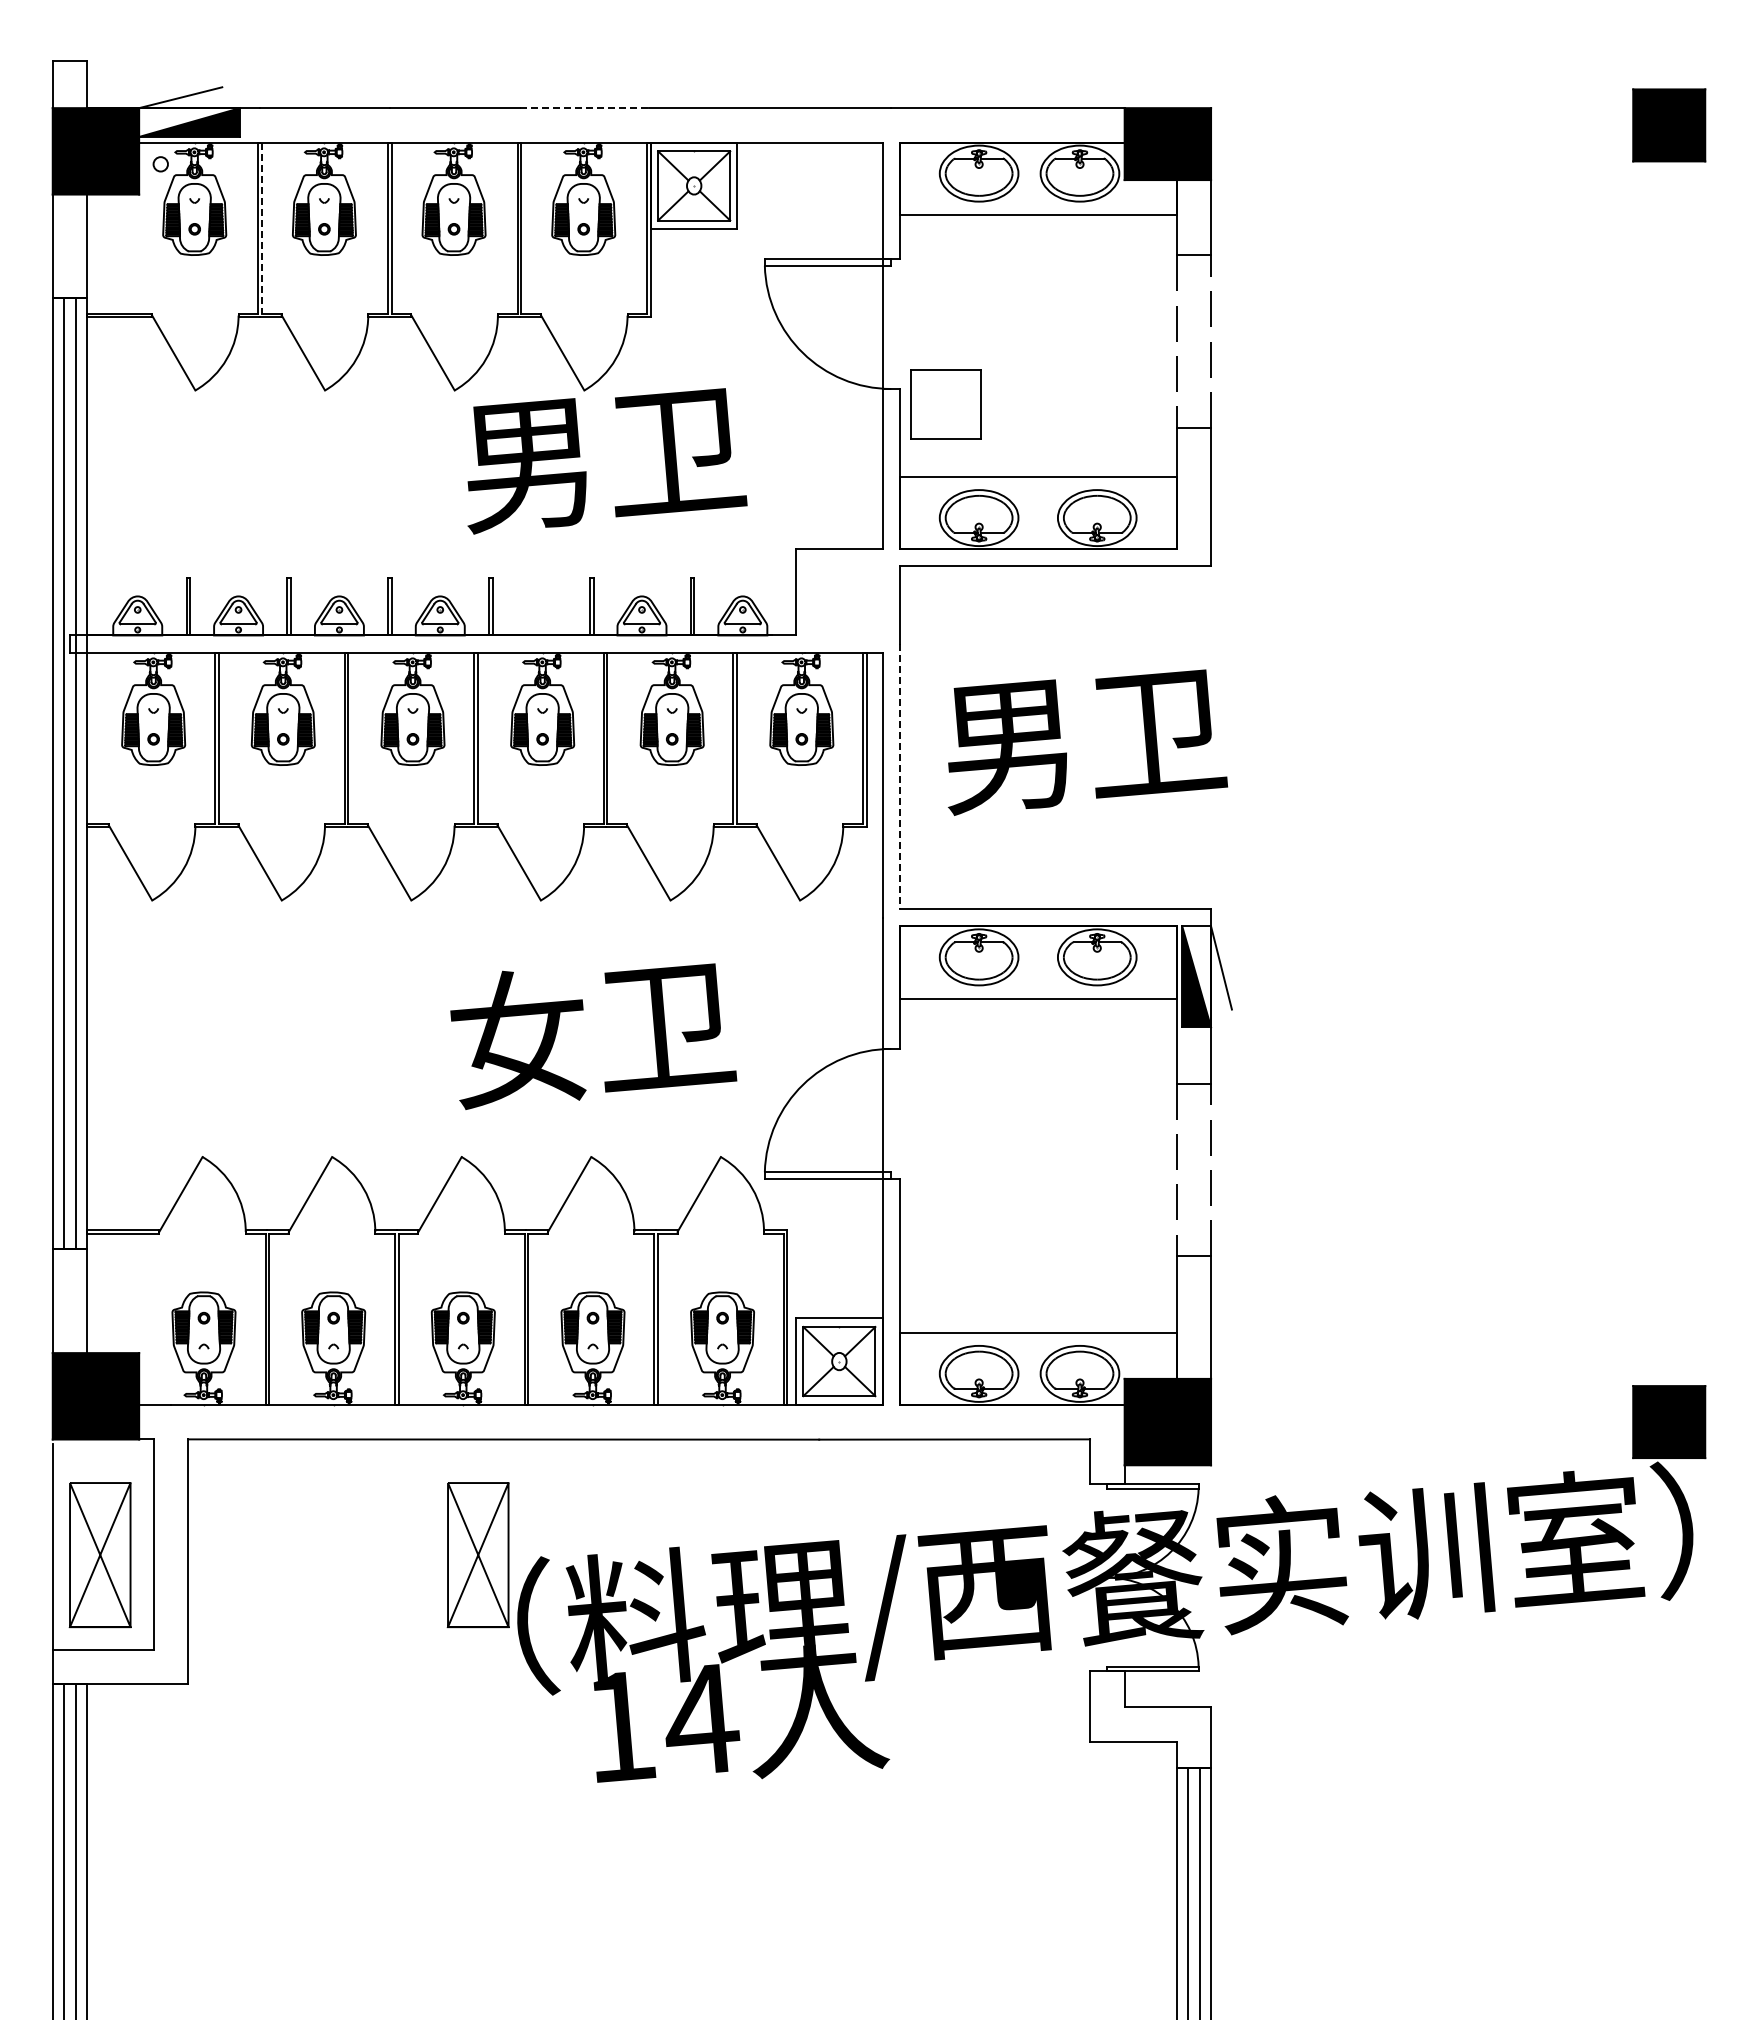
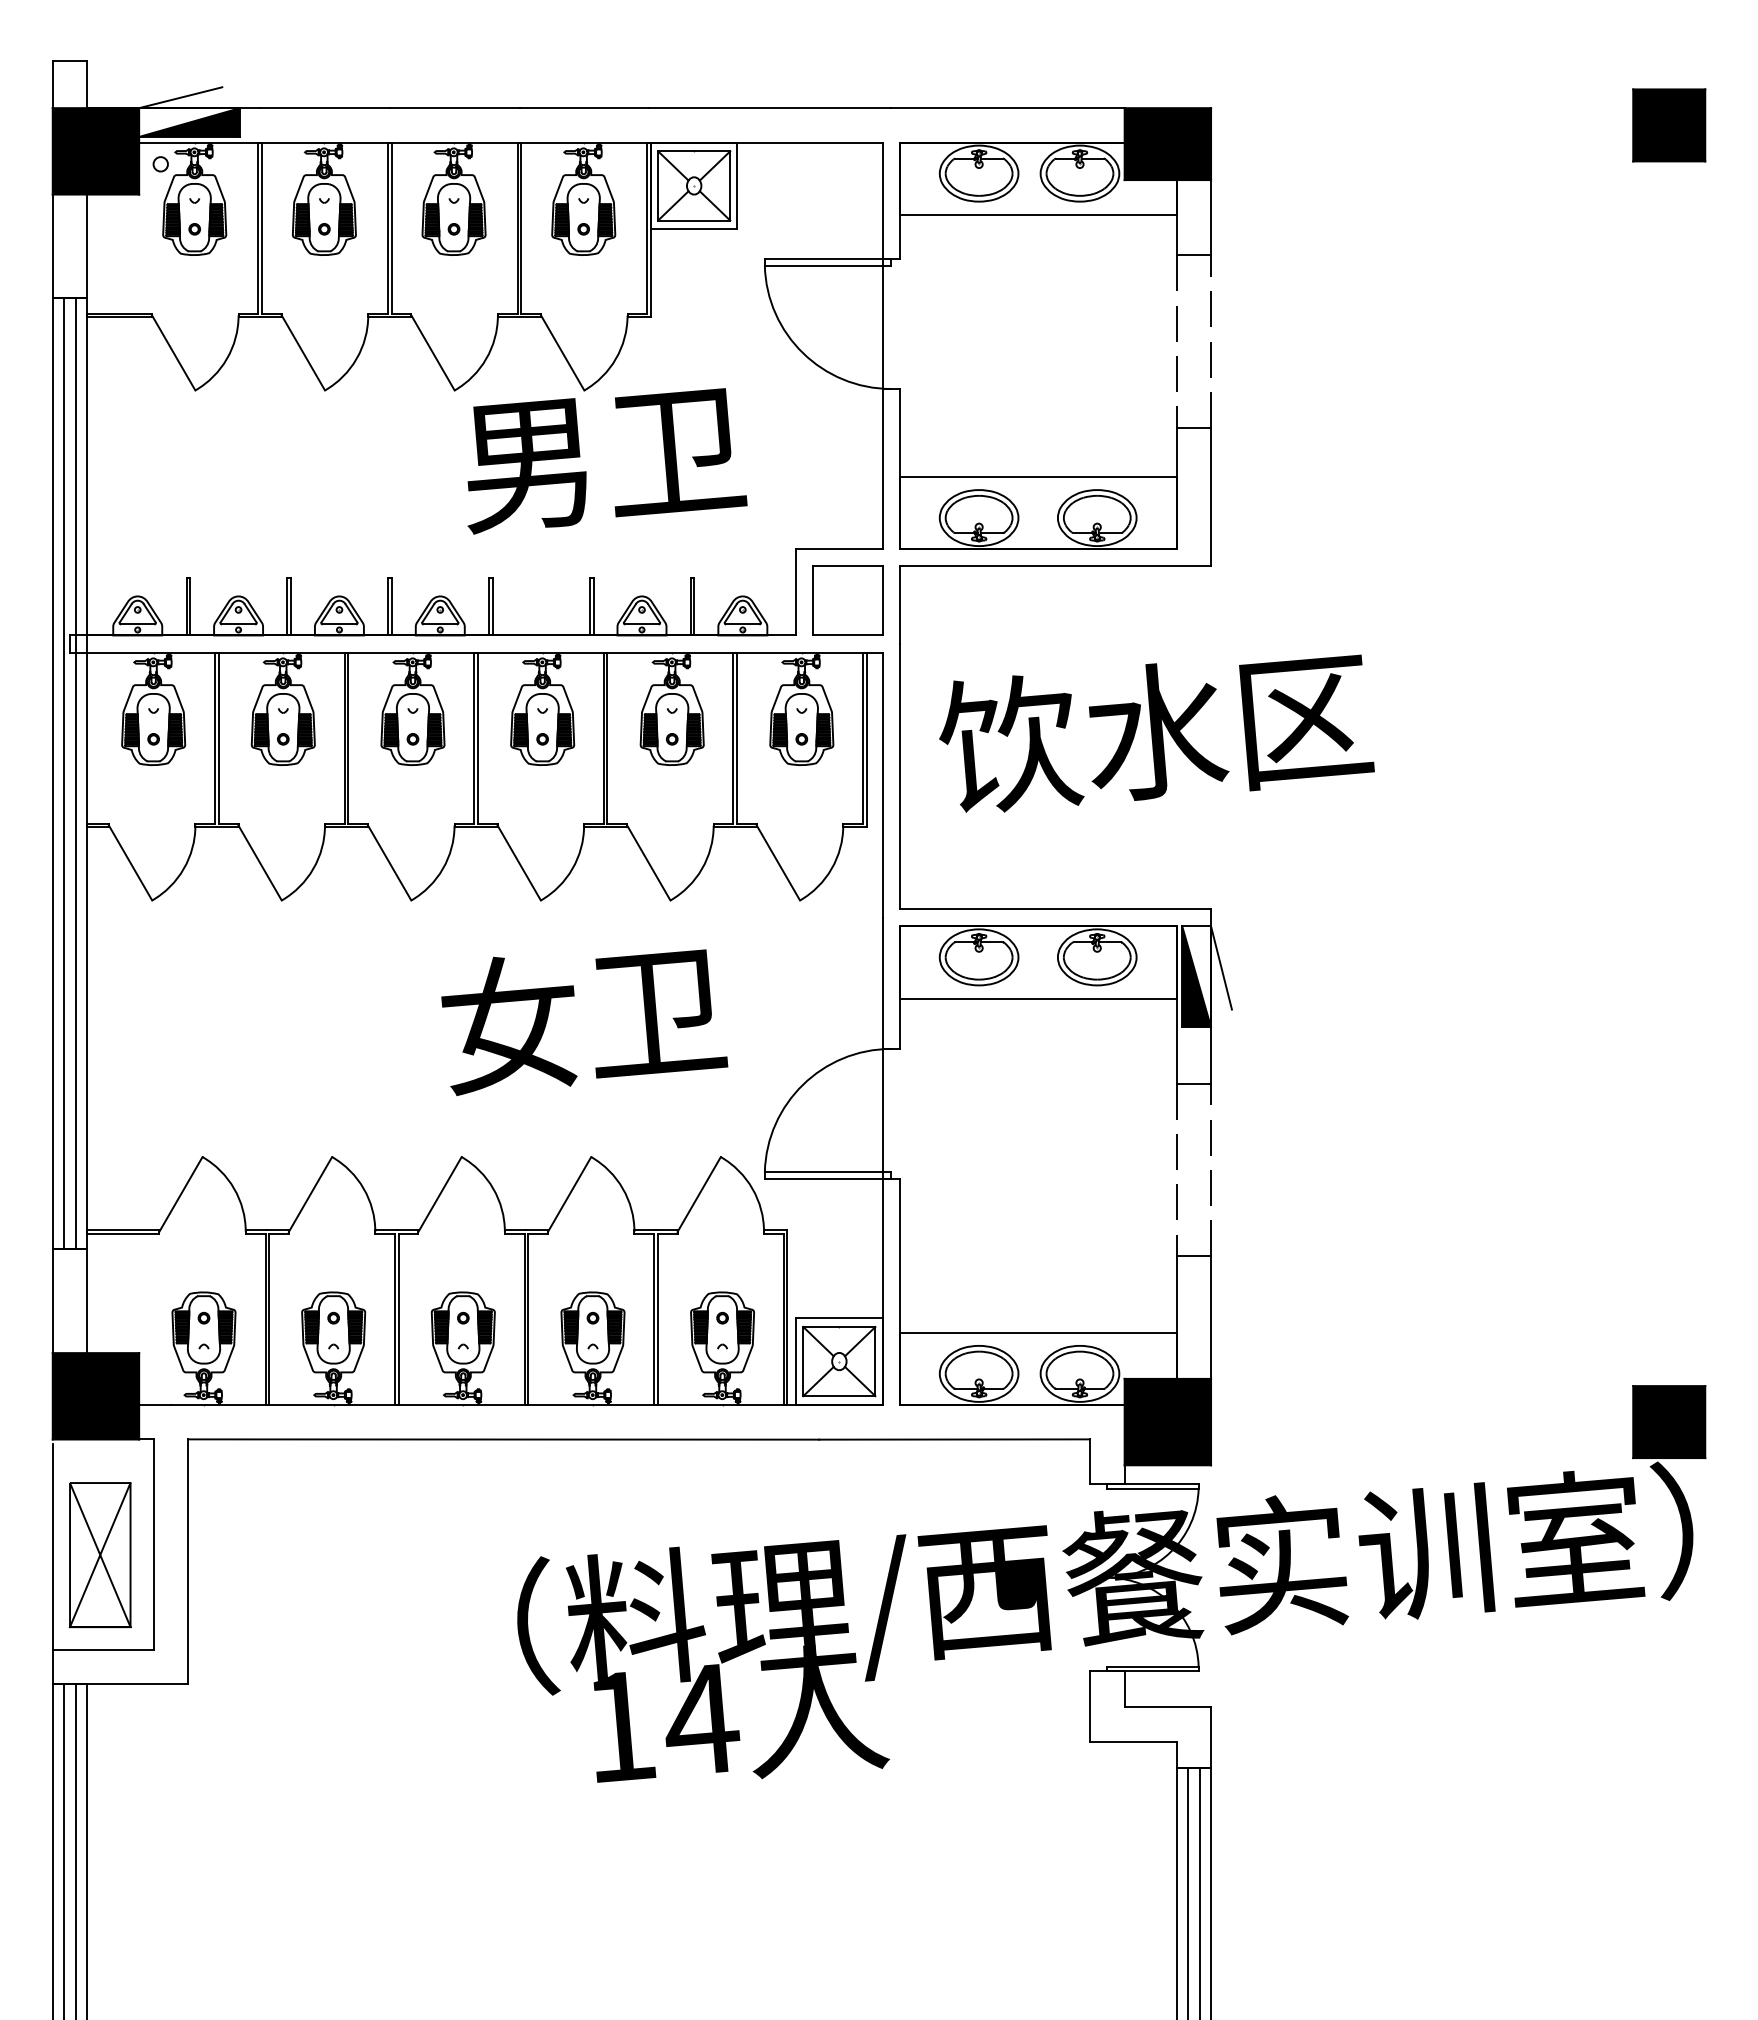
line at (584, 108): dashed -> solid
line at (262, 228): dashed -> solid
part at (945, 404) position: (945, 404) -> (847, 600)
text at (1156, 734): 男卫 -> 饮水区
line at (899, 776): dashed -> solid
text at (593, 1036) position: (593, 1036) -> (584, 1022)
curve at (477, 1555): present -> none
